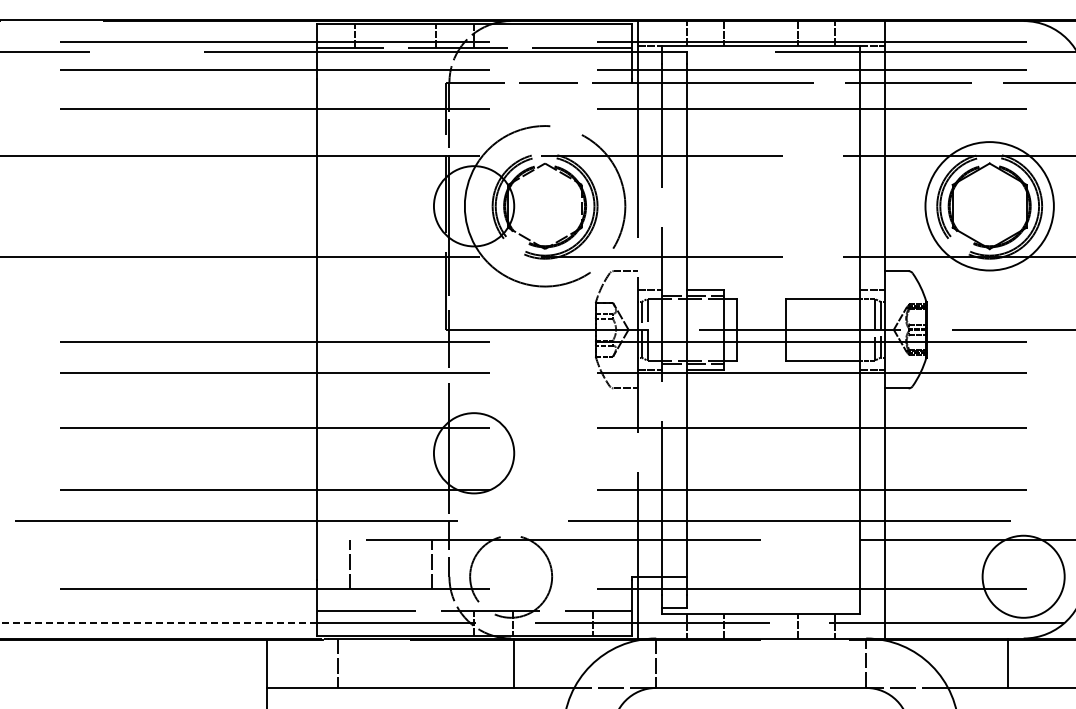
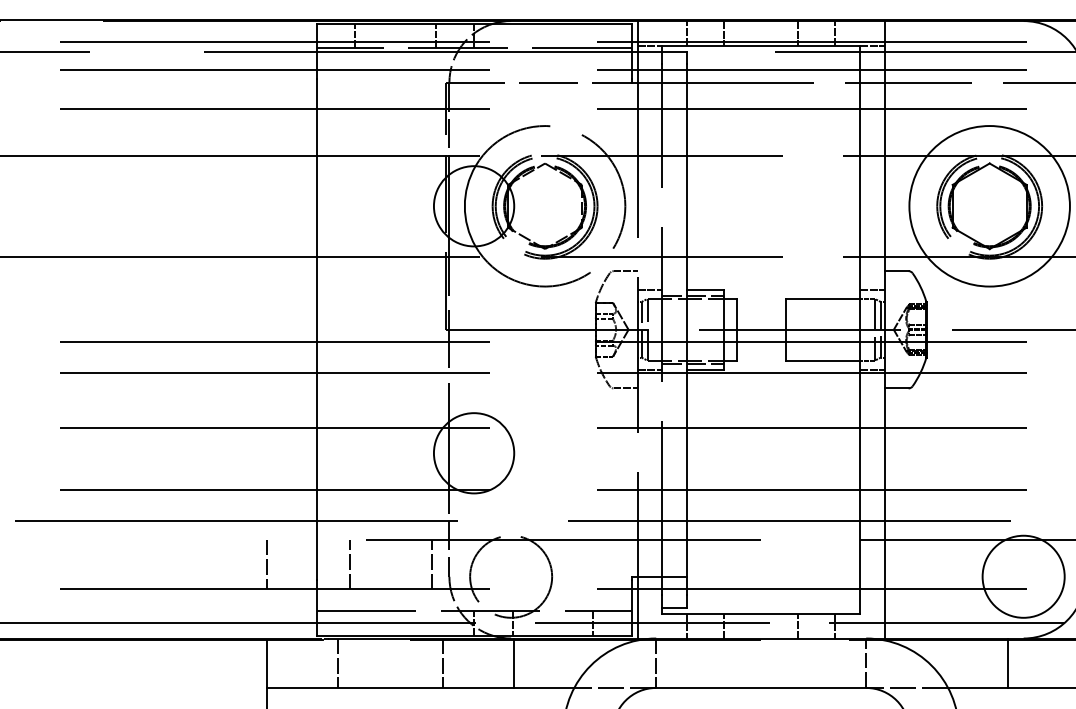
circle at (989, 206) diameter: 128 px -> 161 px
line at (267, 564): none -> present
line at (158, 622): dashed -> solid
line at (443, 662): none -> present
